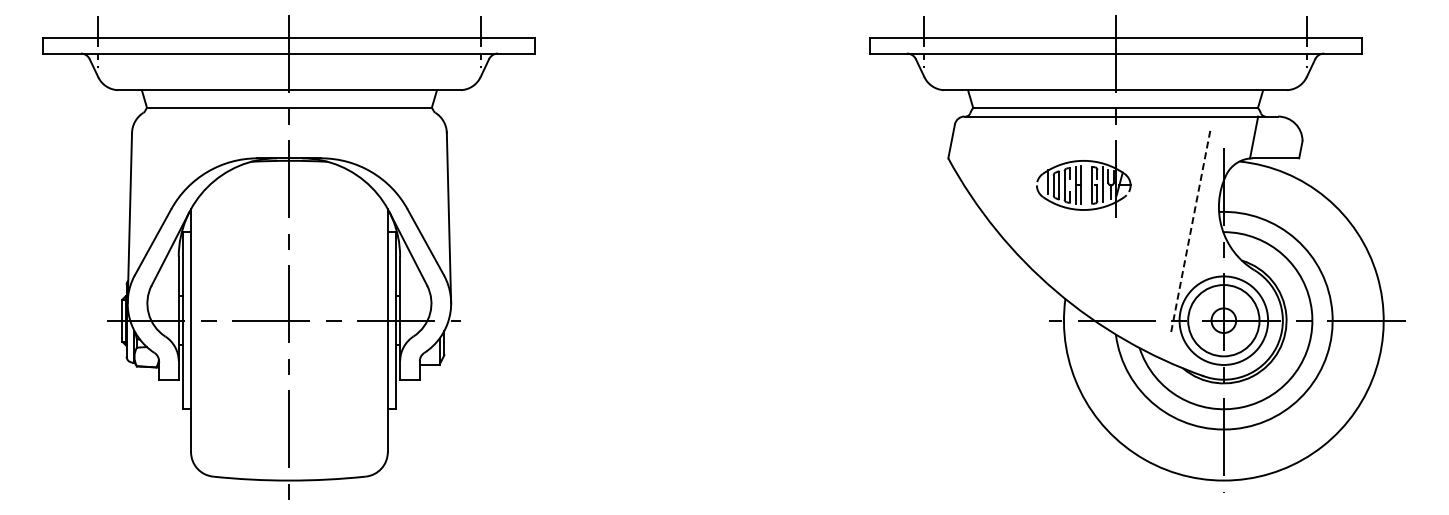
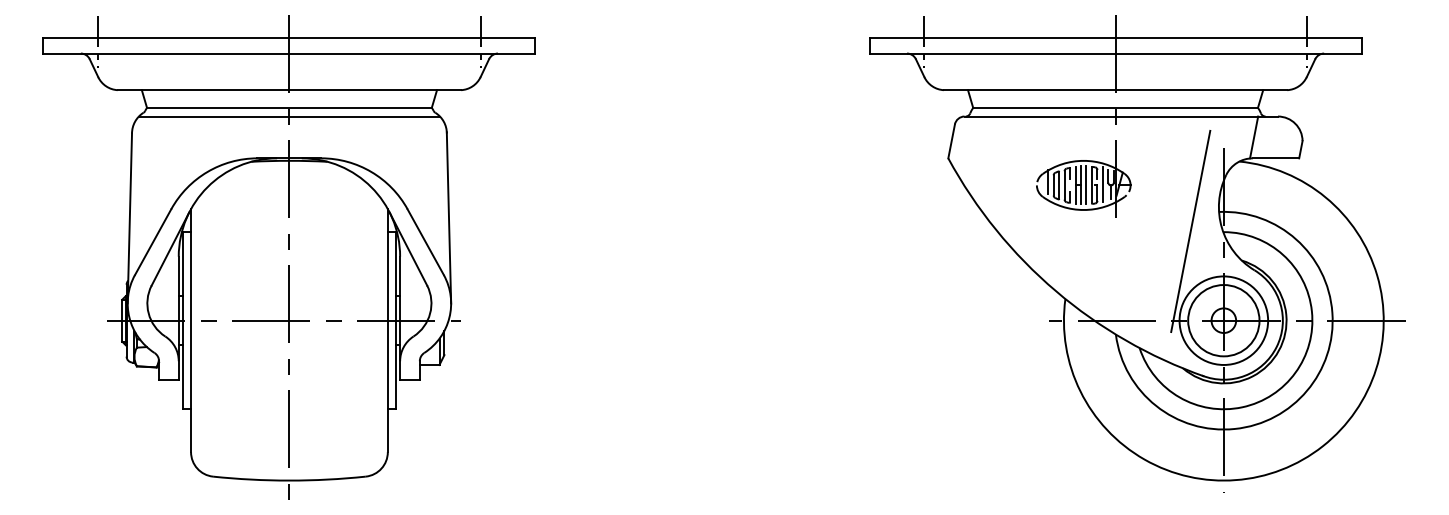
line at (288, 116): none -> present
line at (1086, 185): none -> present
line at (1190, 230): dashed -> solid
